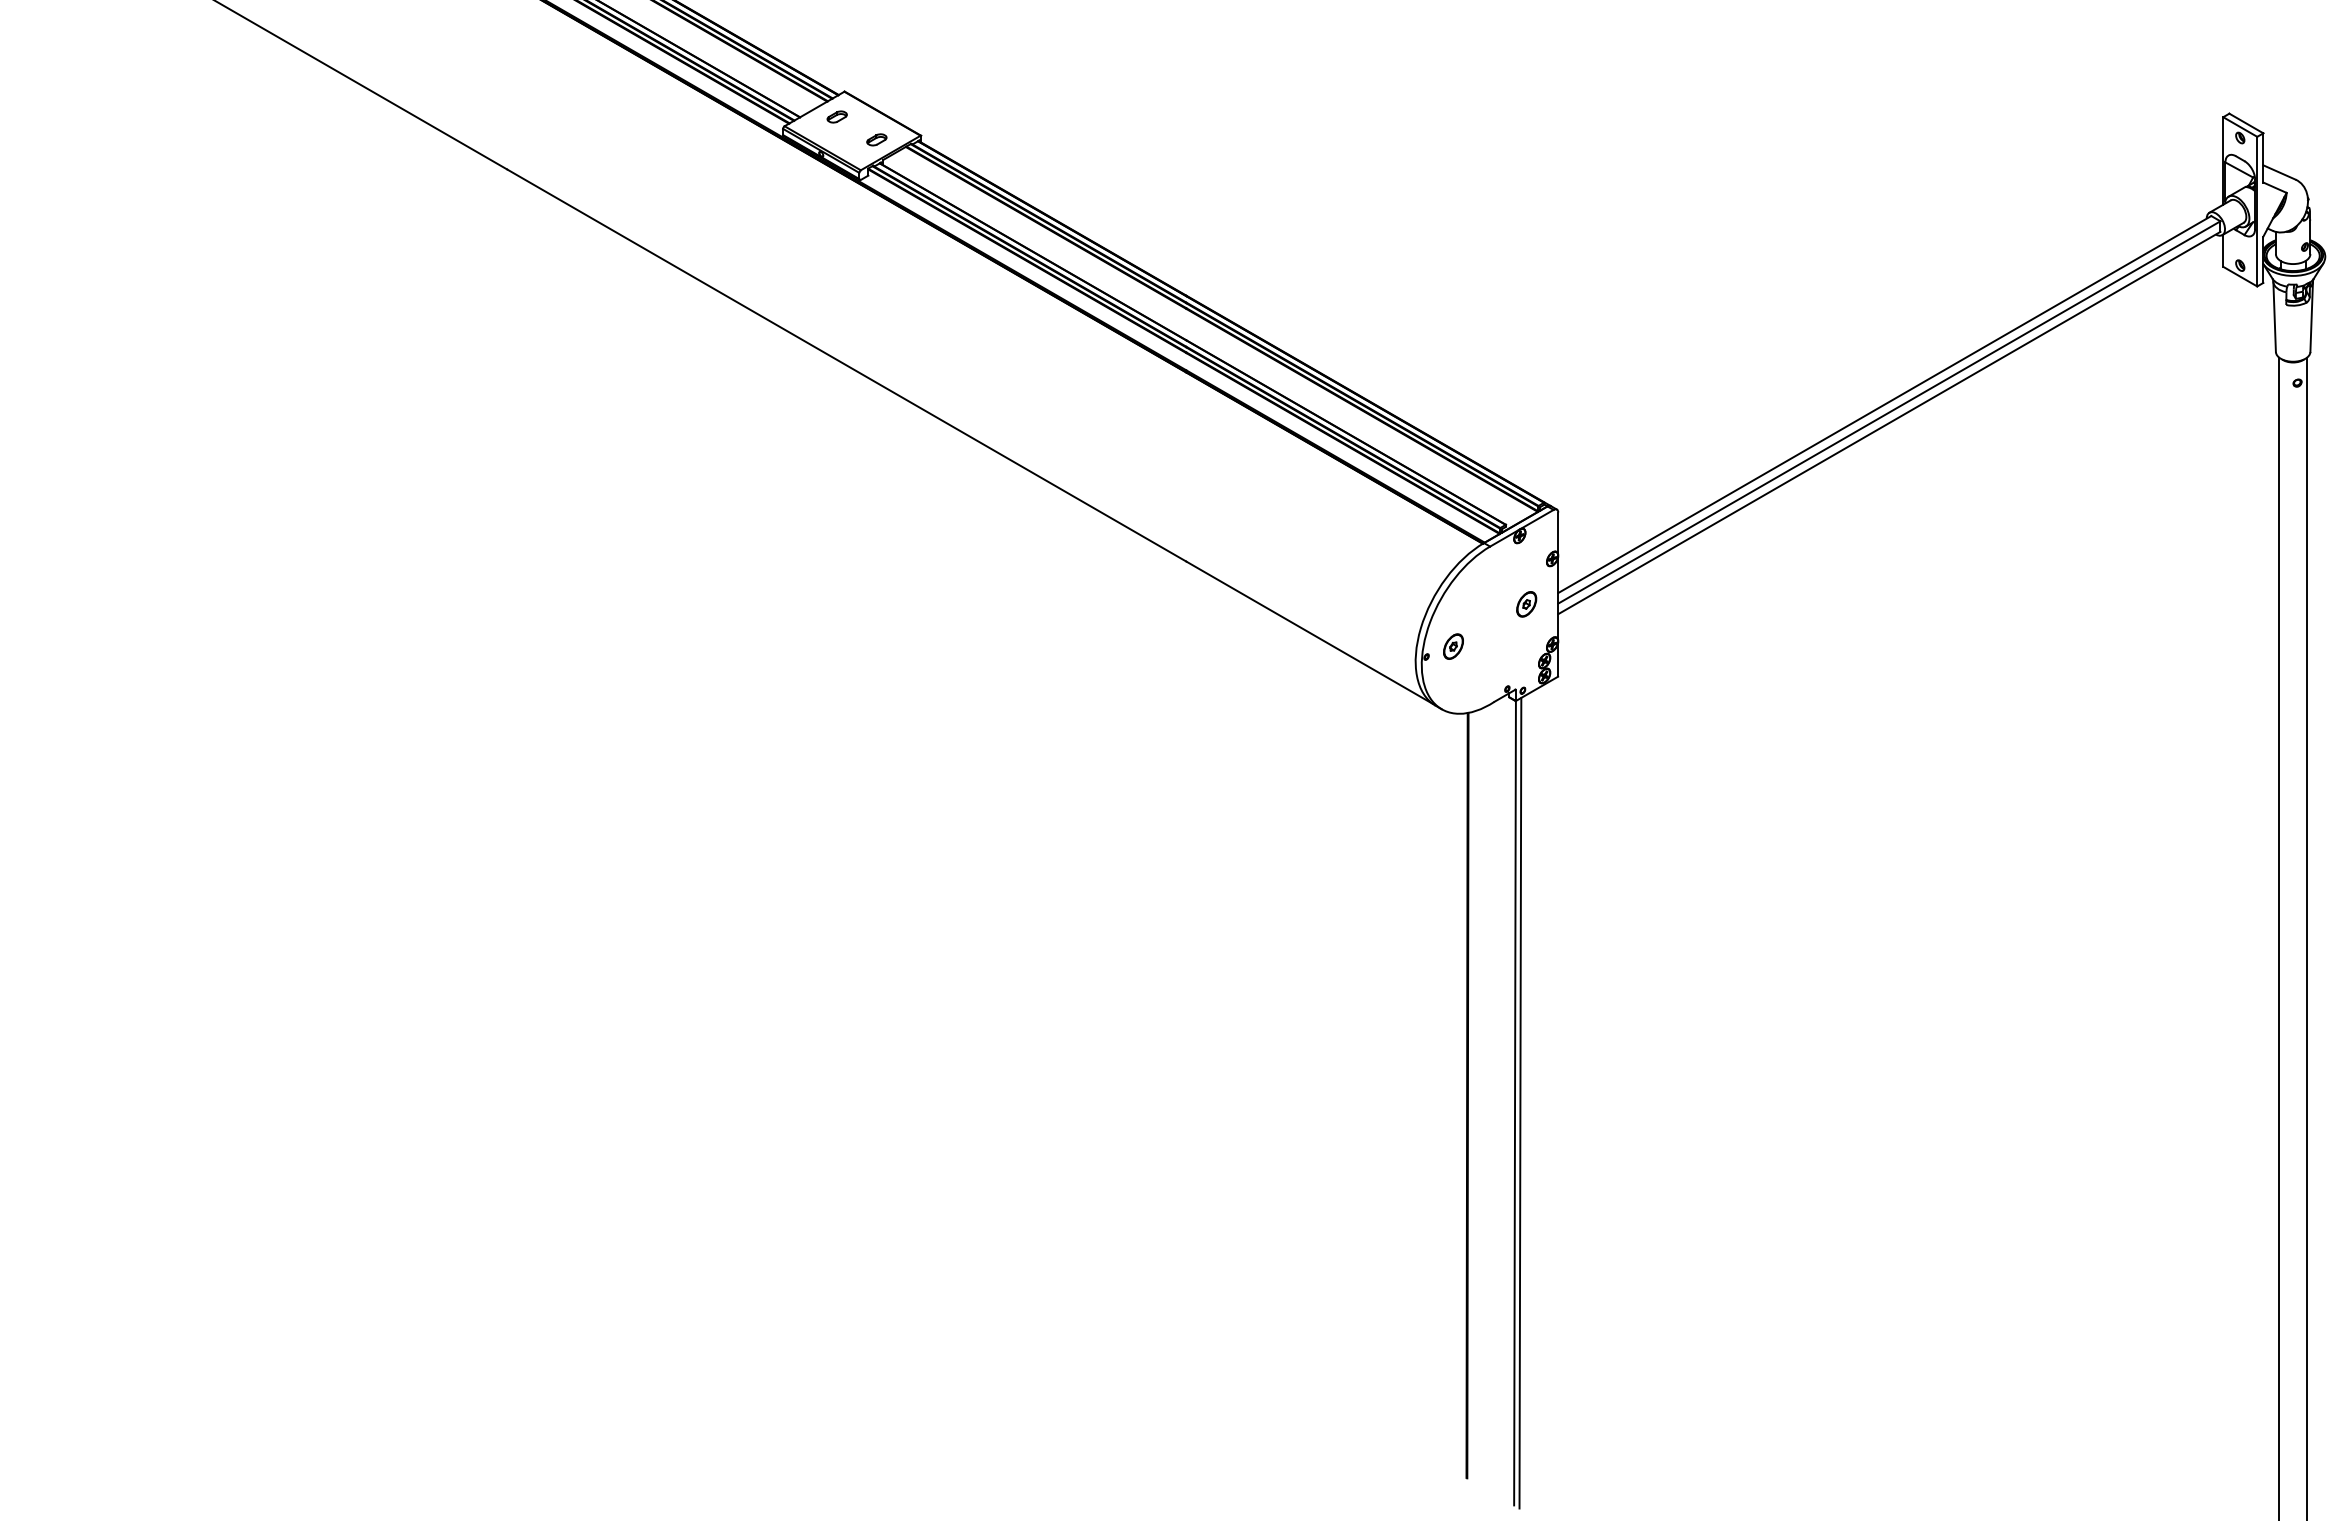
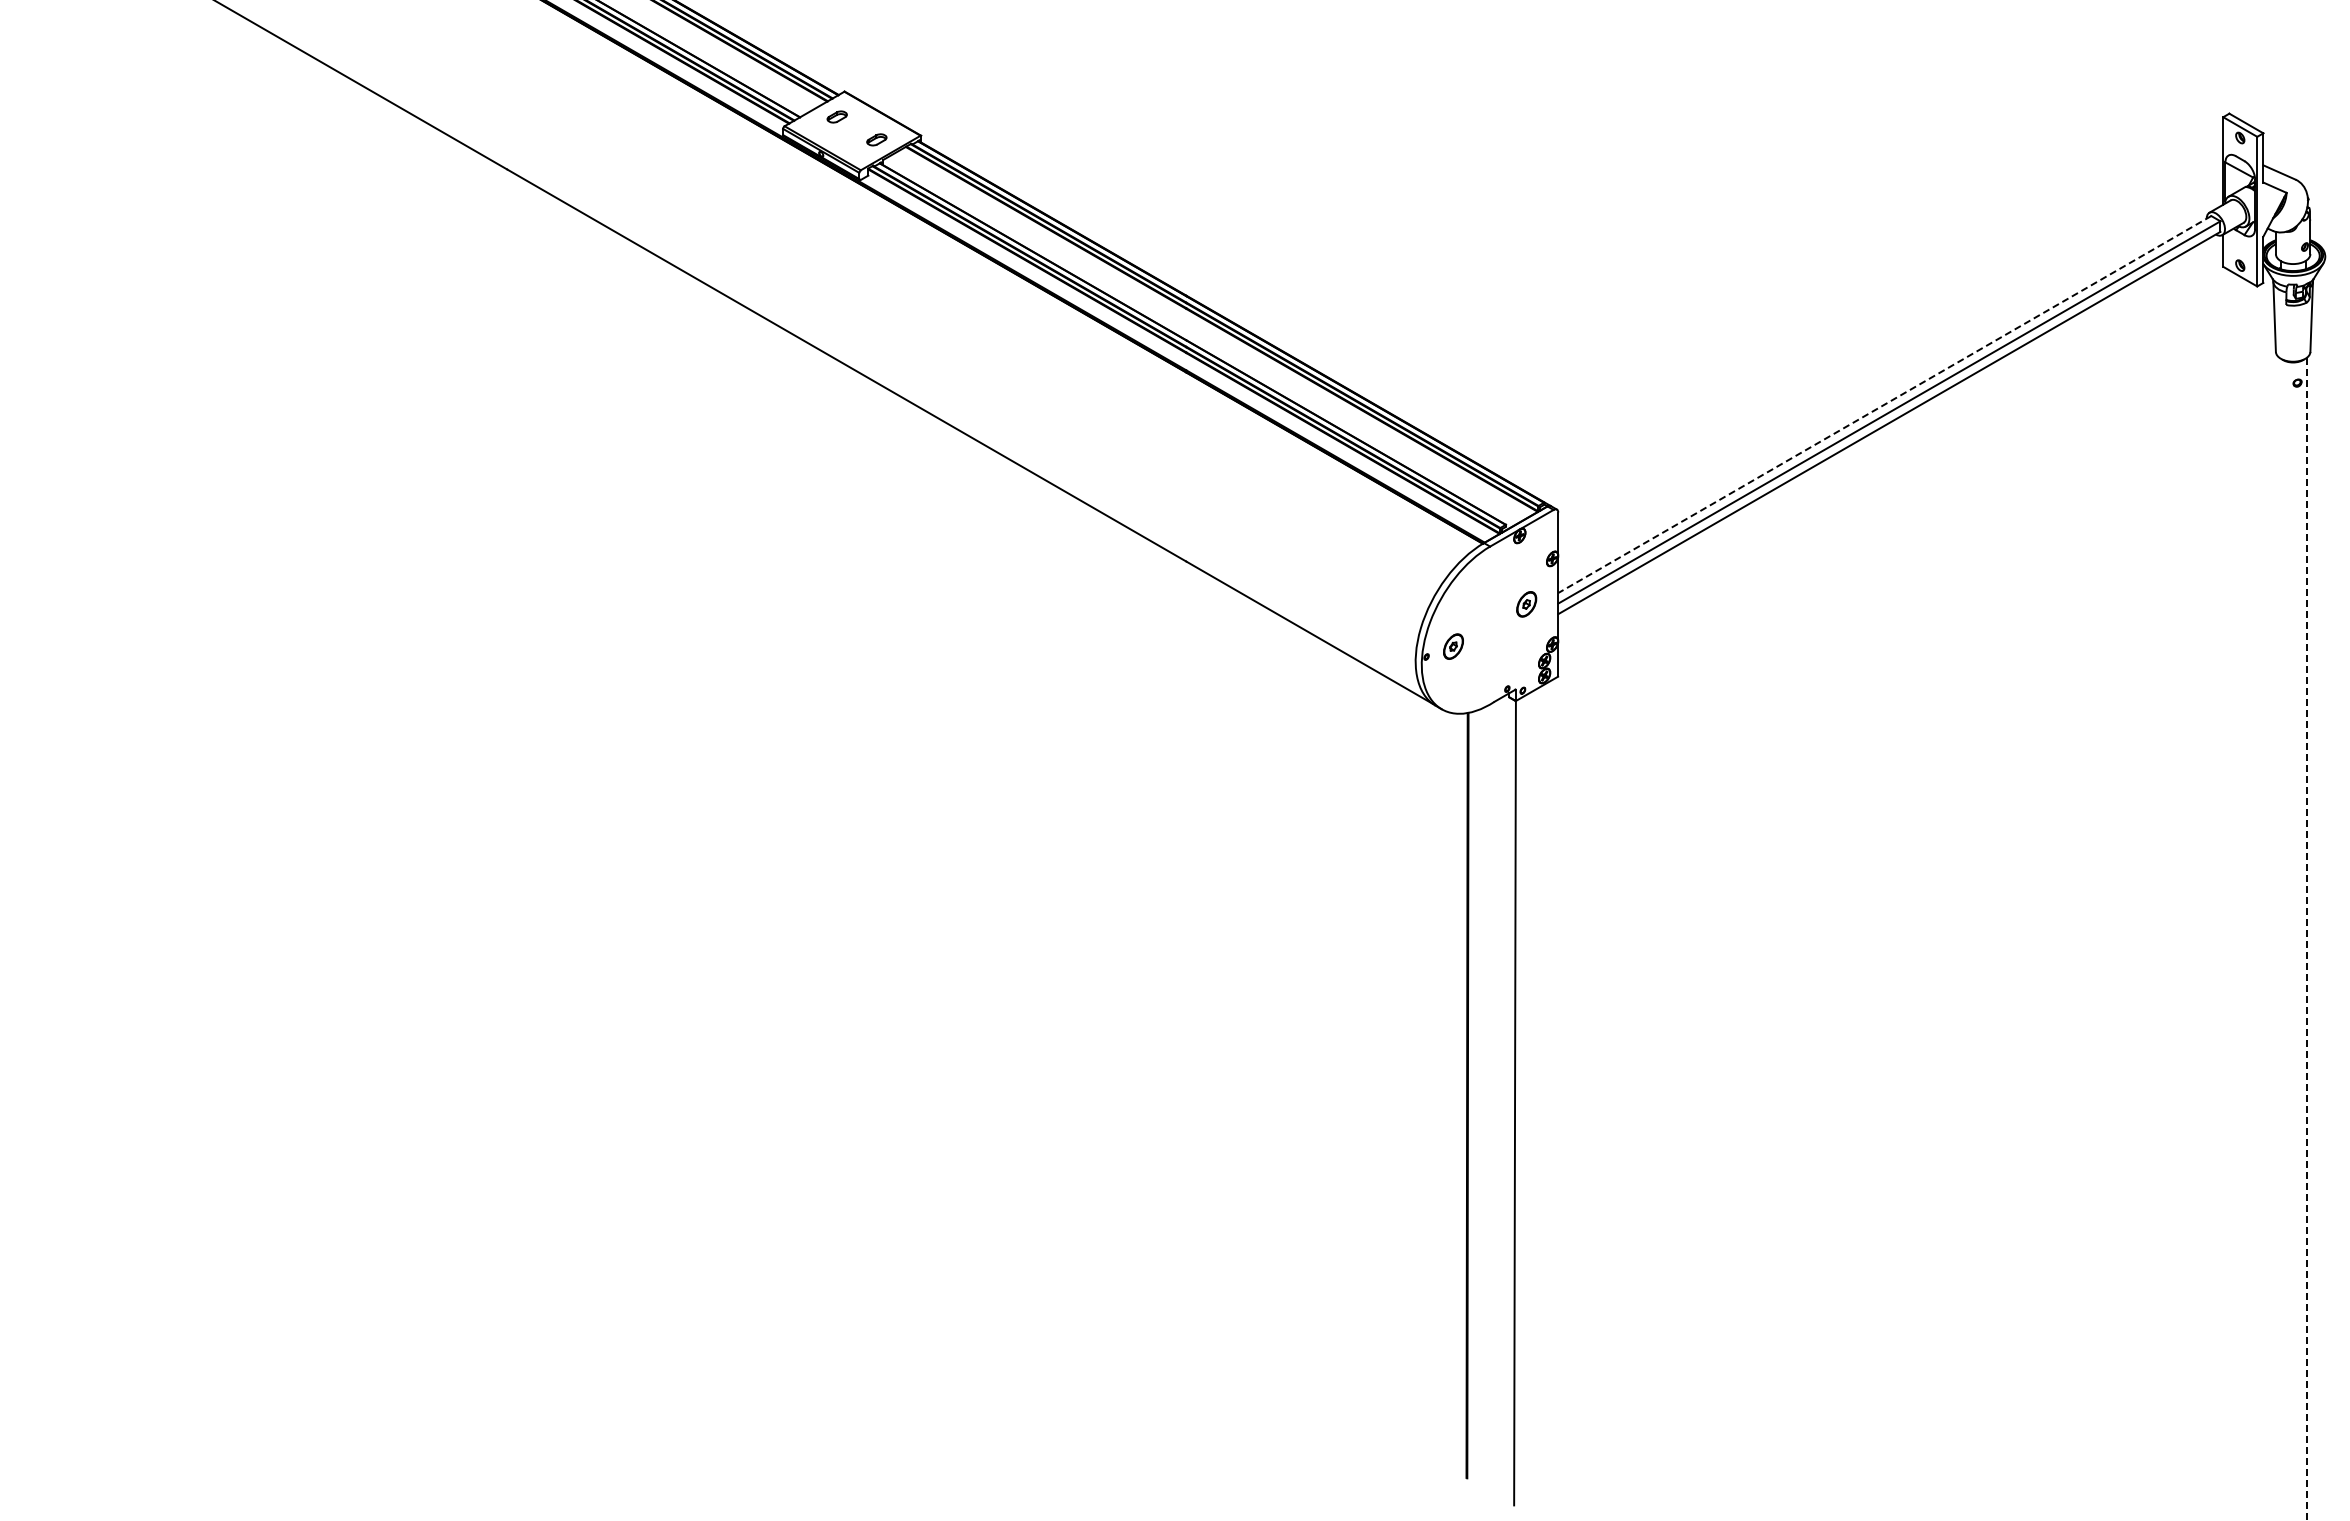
line at (1884, 404): solid -> dashed
line at (2279, 937): present -> none
line at (2307, 939): solid -> dashed
line at (1520, 1102): present -> none
